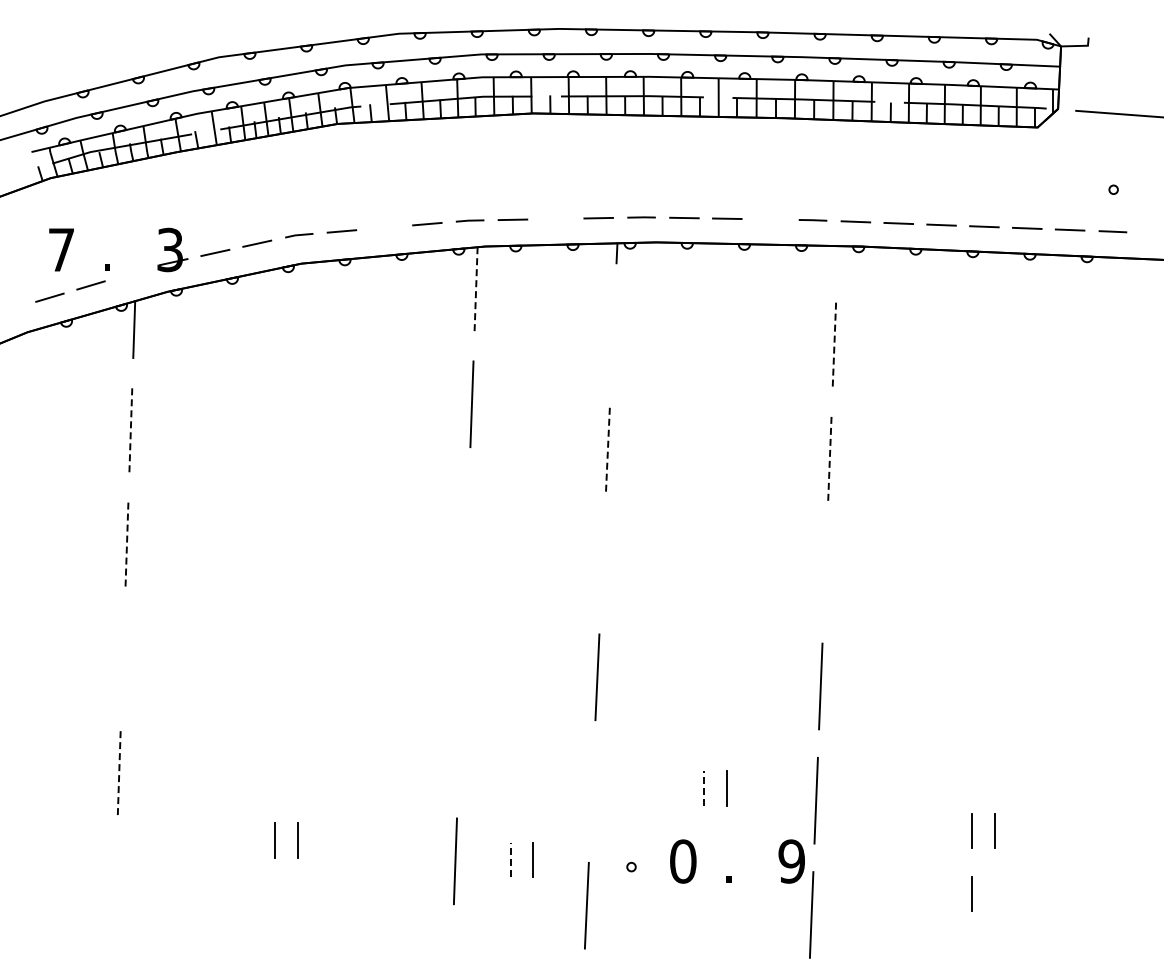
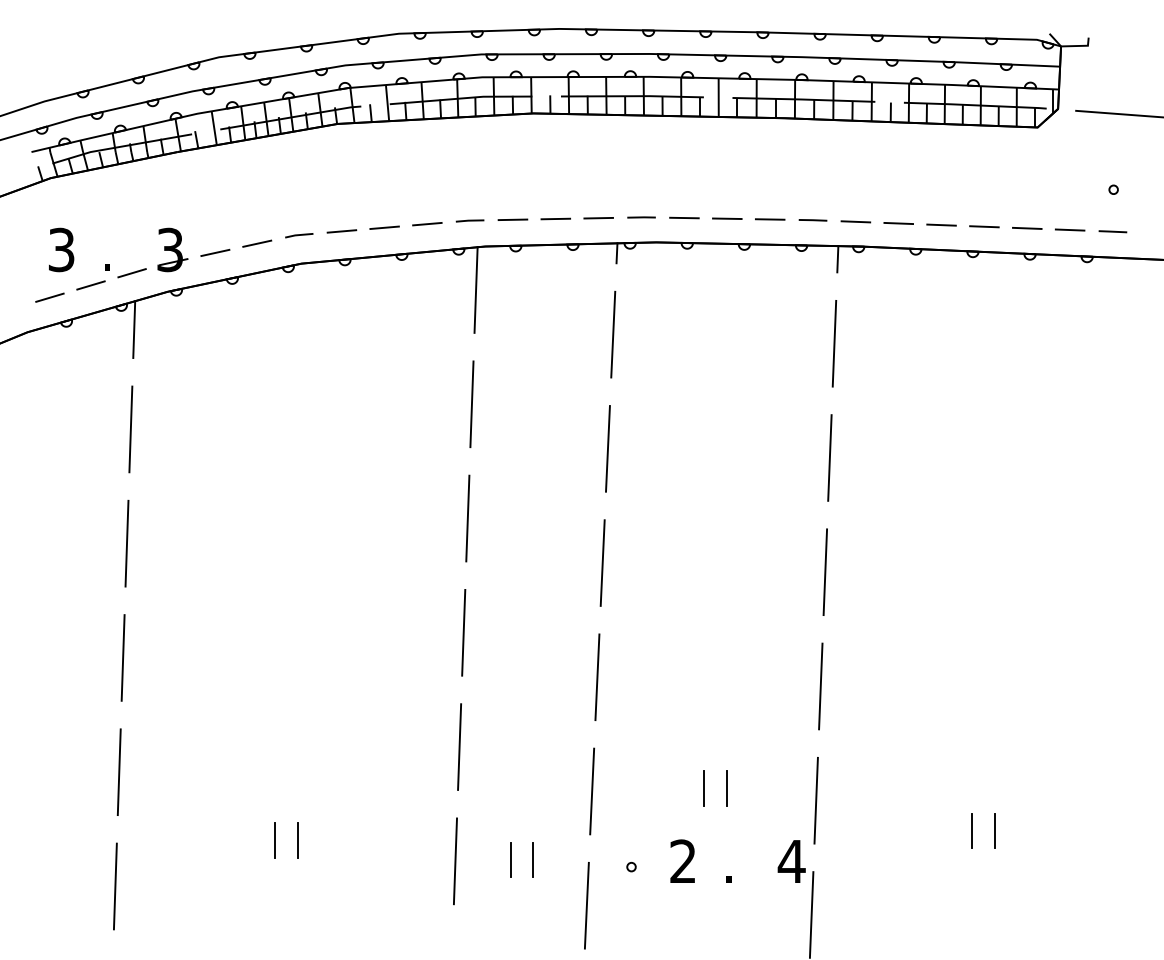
line at (555, 218): none -> present
line at (769, 219): none -> present
line at (384, 227): none -> present
text at (61, 249): 7 -> 3
line at (837, 259): none -> present
line at (131, 273): none -> present
line at (476, 290): dashed -> solid
line at (613, 334): none -> present
line at (834, 343): dashed -> solid
line at (130, 429): dashed -> solid
line at (607, 448): dashed -> solid
line at (829, 458): dashed -> solid
line at (467, 518): none -> present
line at (127, 543): dashed -> solid
line at (602, 562): none -> present
line at (824, 571): none -> present
line at (463, 632): none -> present
line at (122, 657): none -> present
line at (459, 746): none -> present
line at (119, 772): dashed -> solid
line at (703, 788): dashed -> solid
line at (592, 791): none -> present
line at (510, 859): dashed -> solid
text at (683, 861): 0 -> 2
text at (791, 861): 9 -> 4
line at (114, 886): none -> present
line at (971, 893): present -> none
